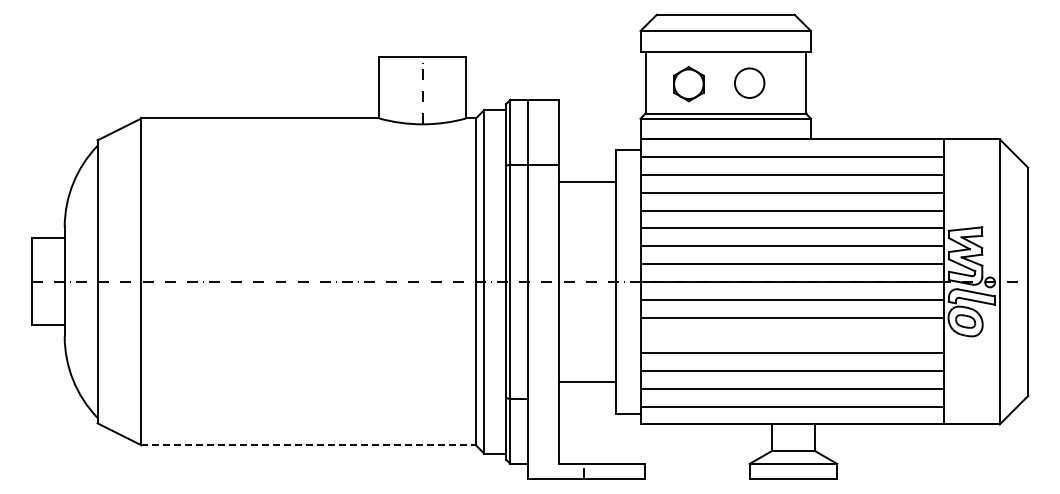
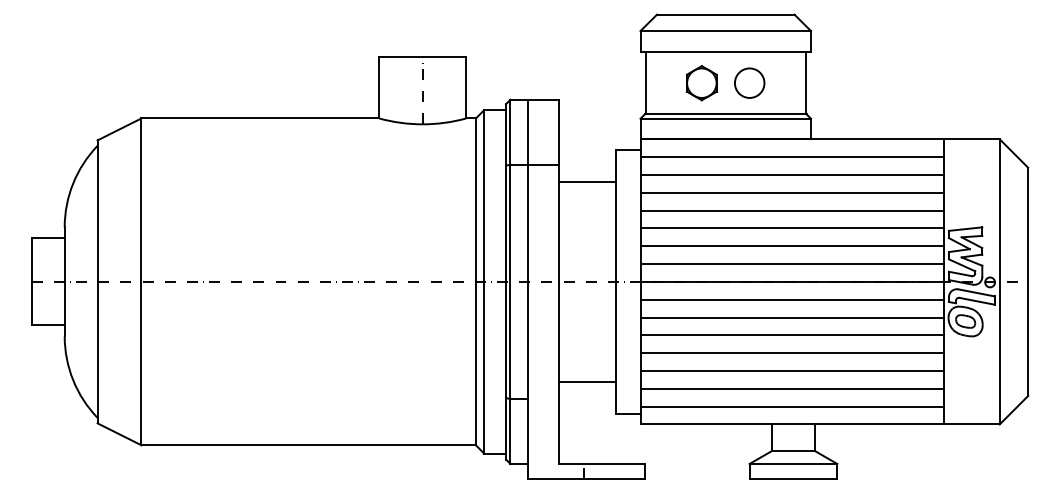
part at (688, 84) position: (688, 84) -> (701, 83)
line at (791, 335): none -> present
line at (309, 445): dashed -> solid
